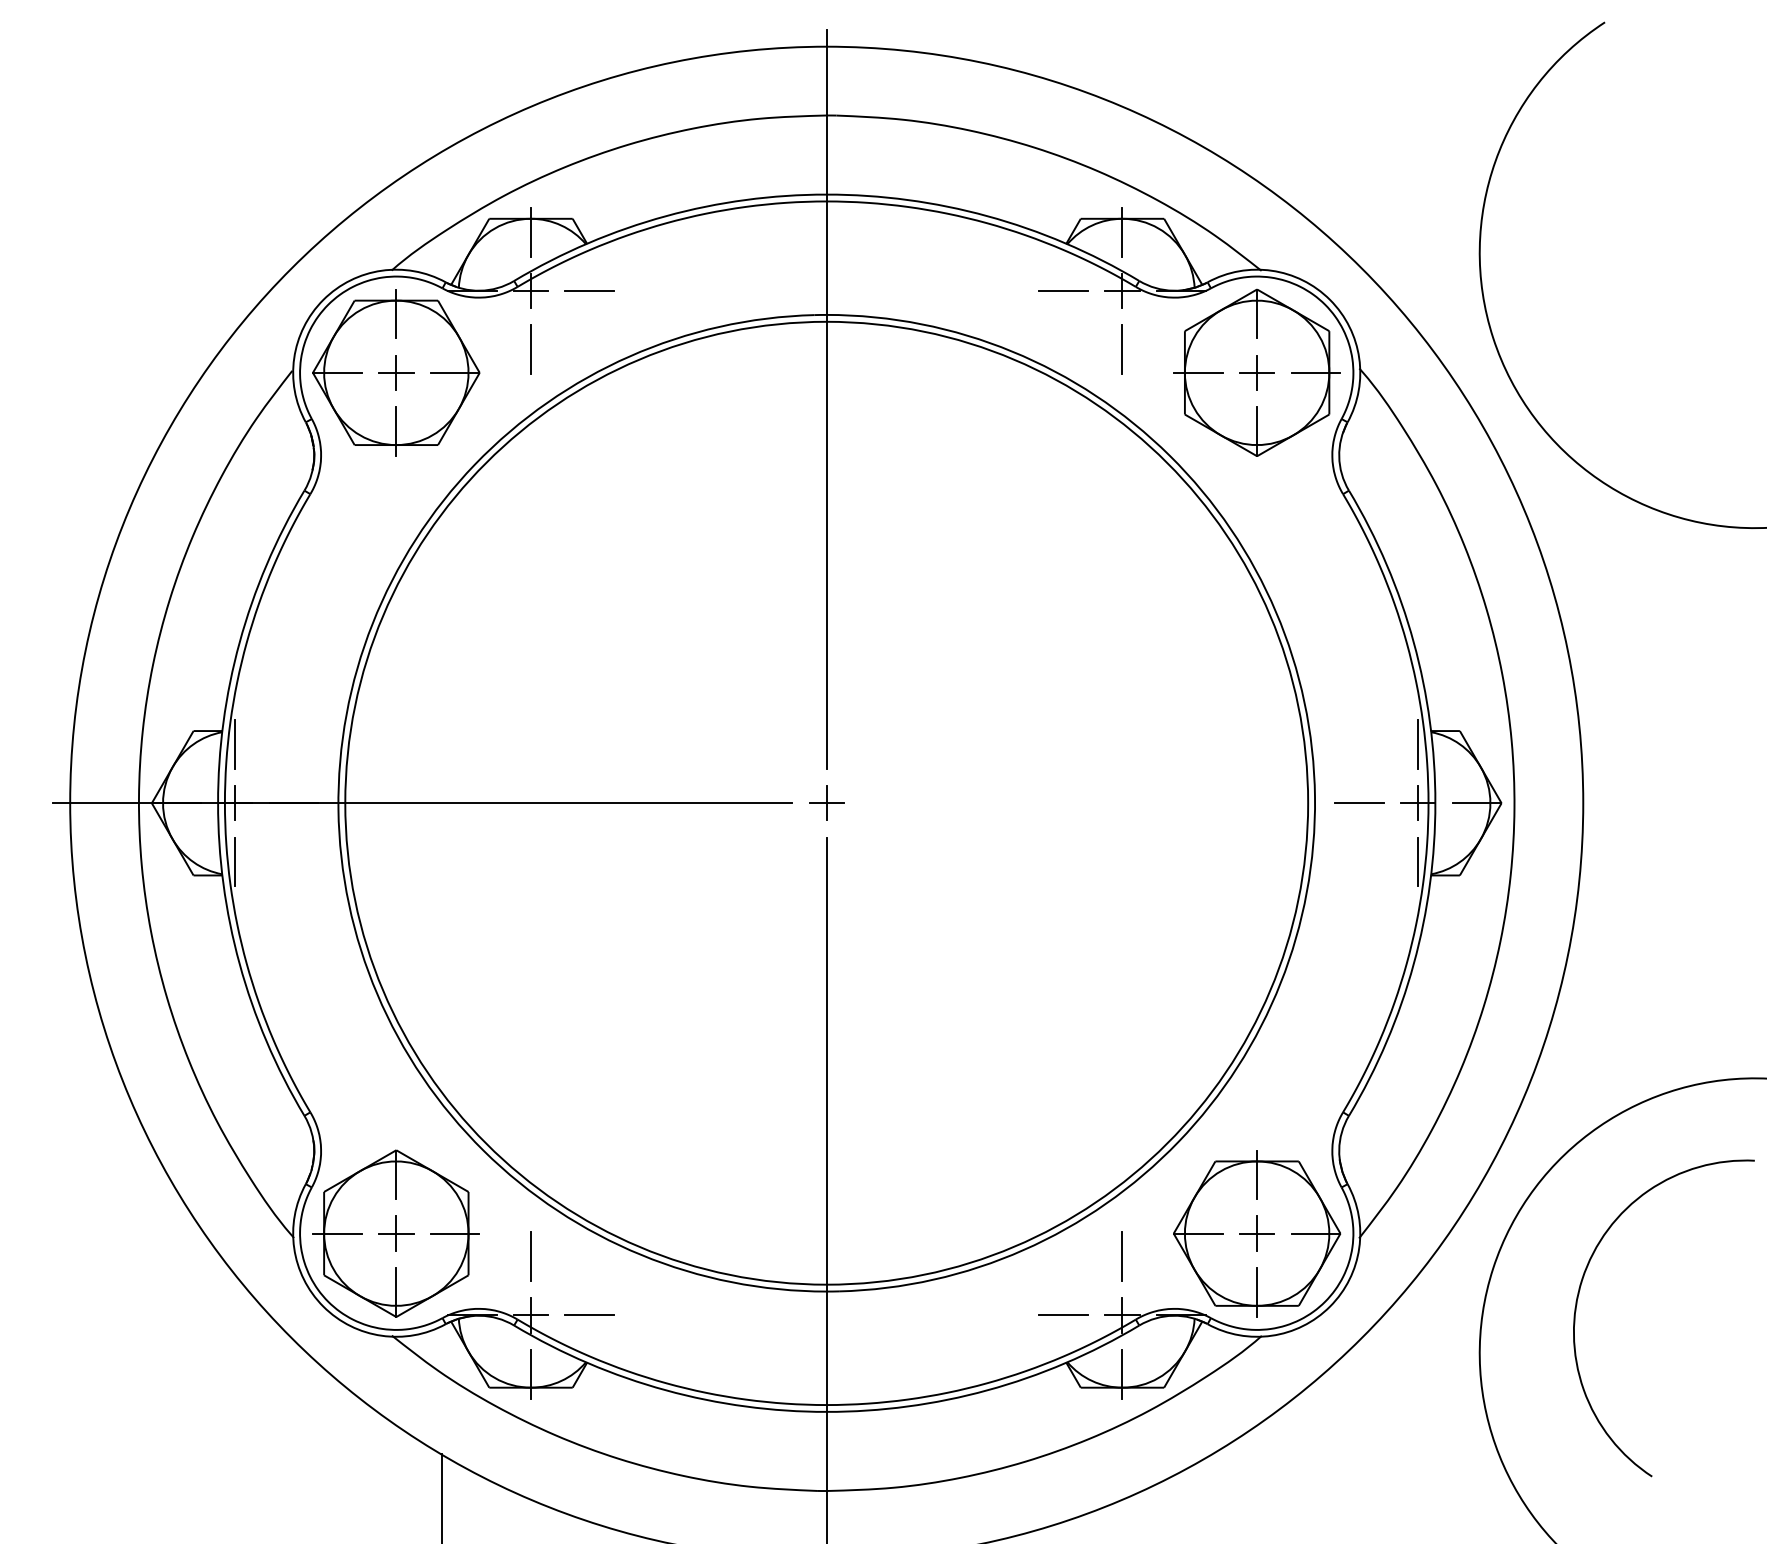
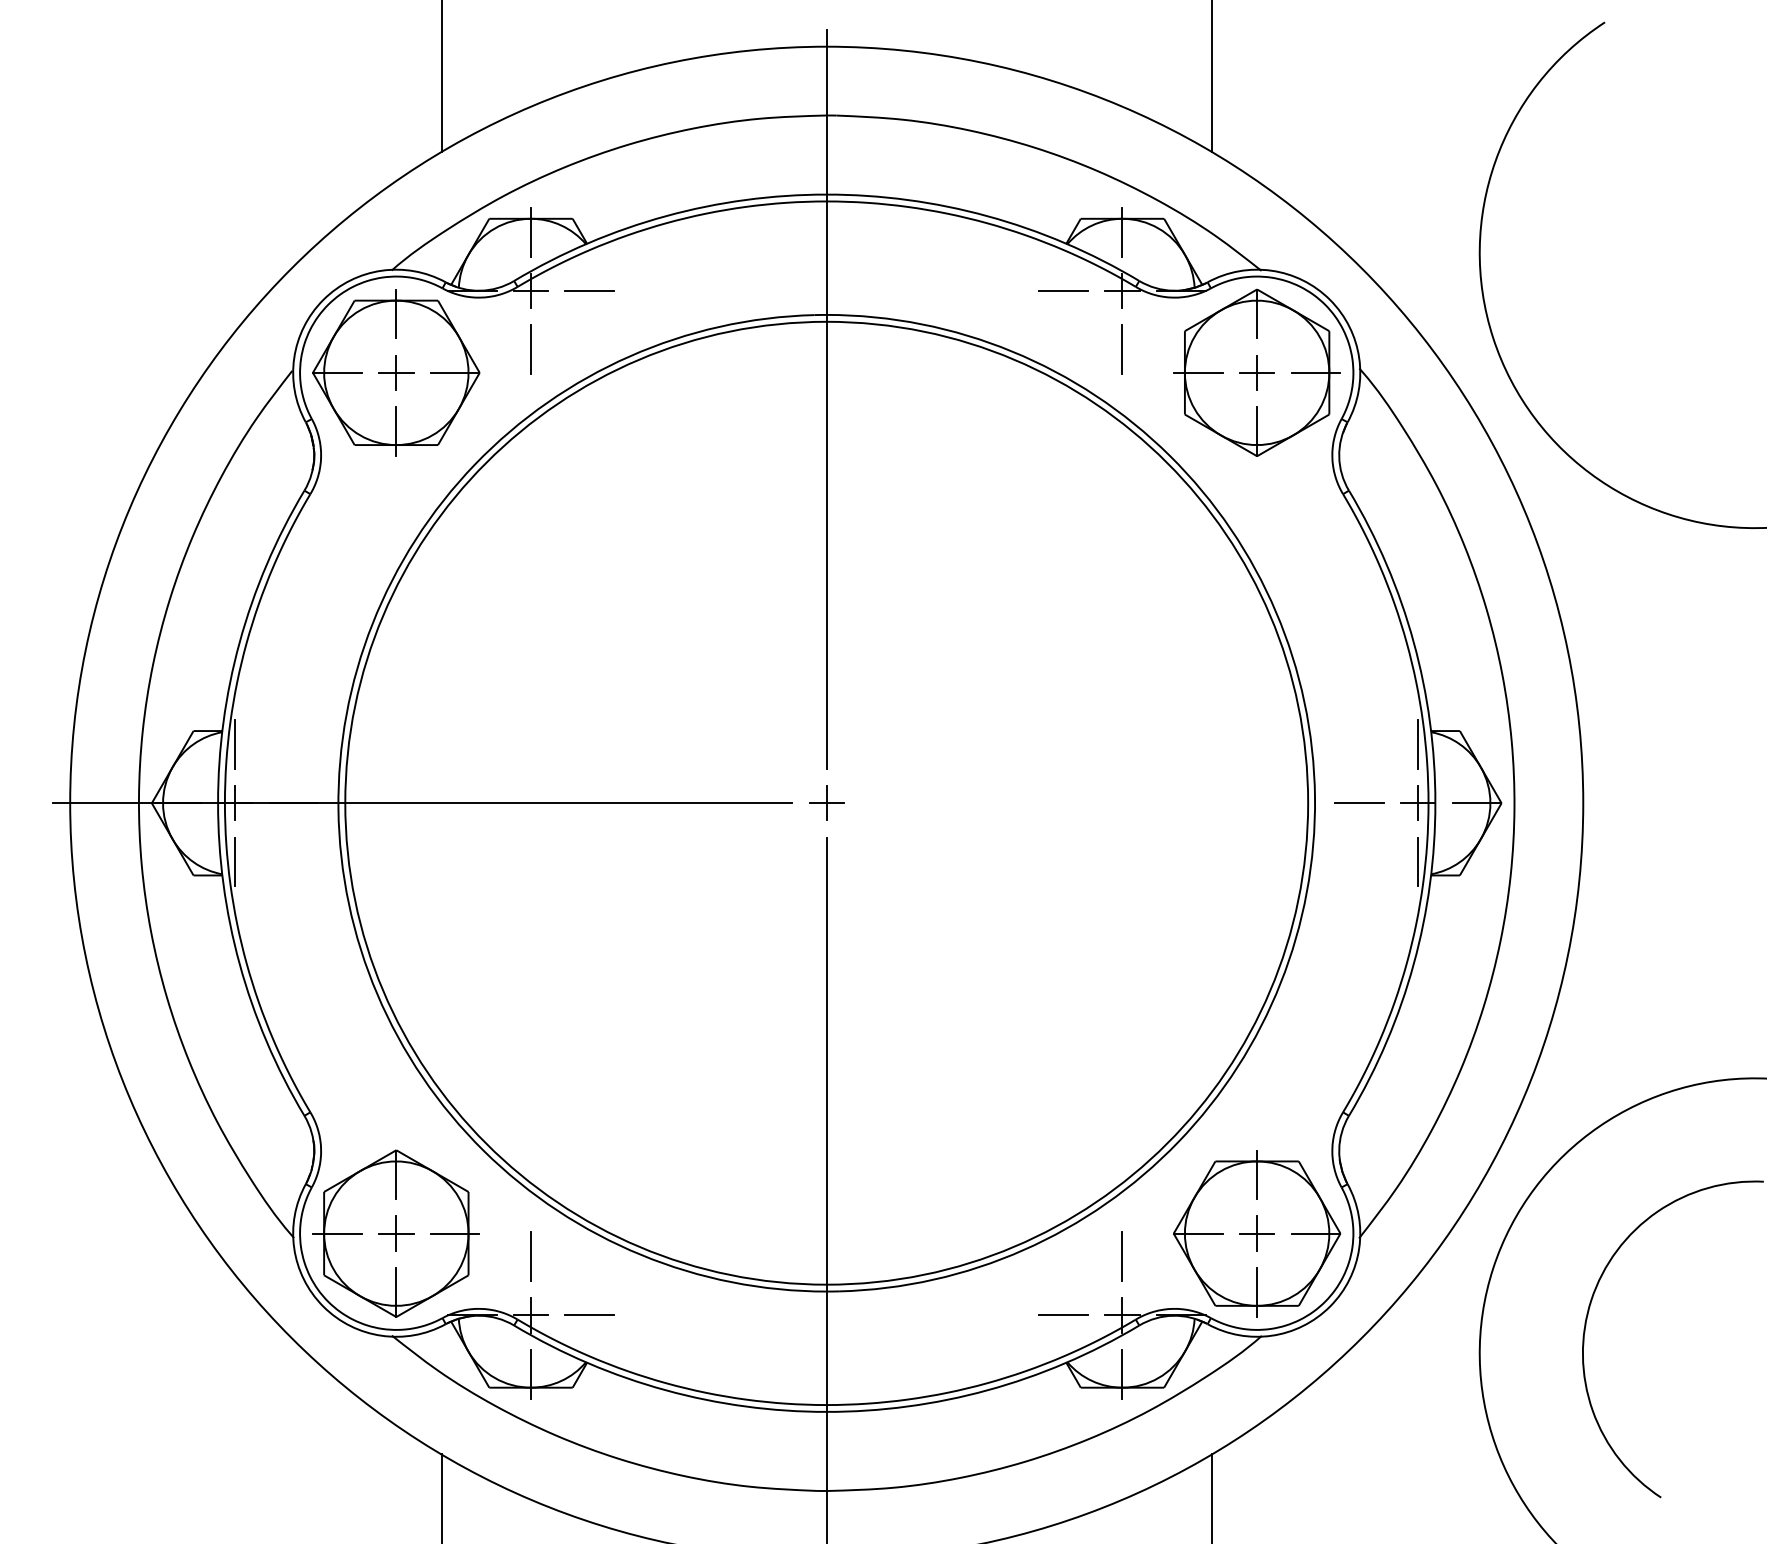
line at (441, 77): none -> present
line at (1211, 77): none -> present
curve at (1577, 1305) position: (1577, 1305) -> (1586, 1326)
line at (1211, 1497): none -> present
